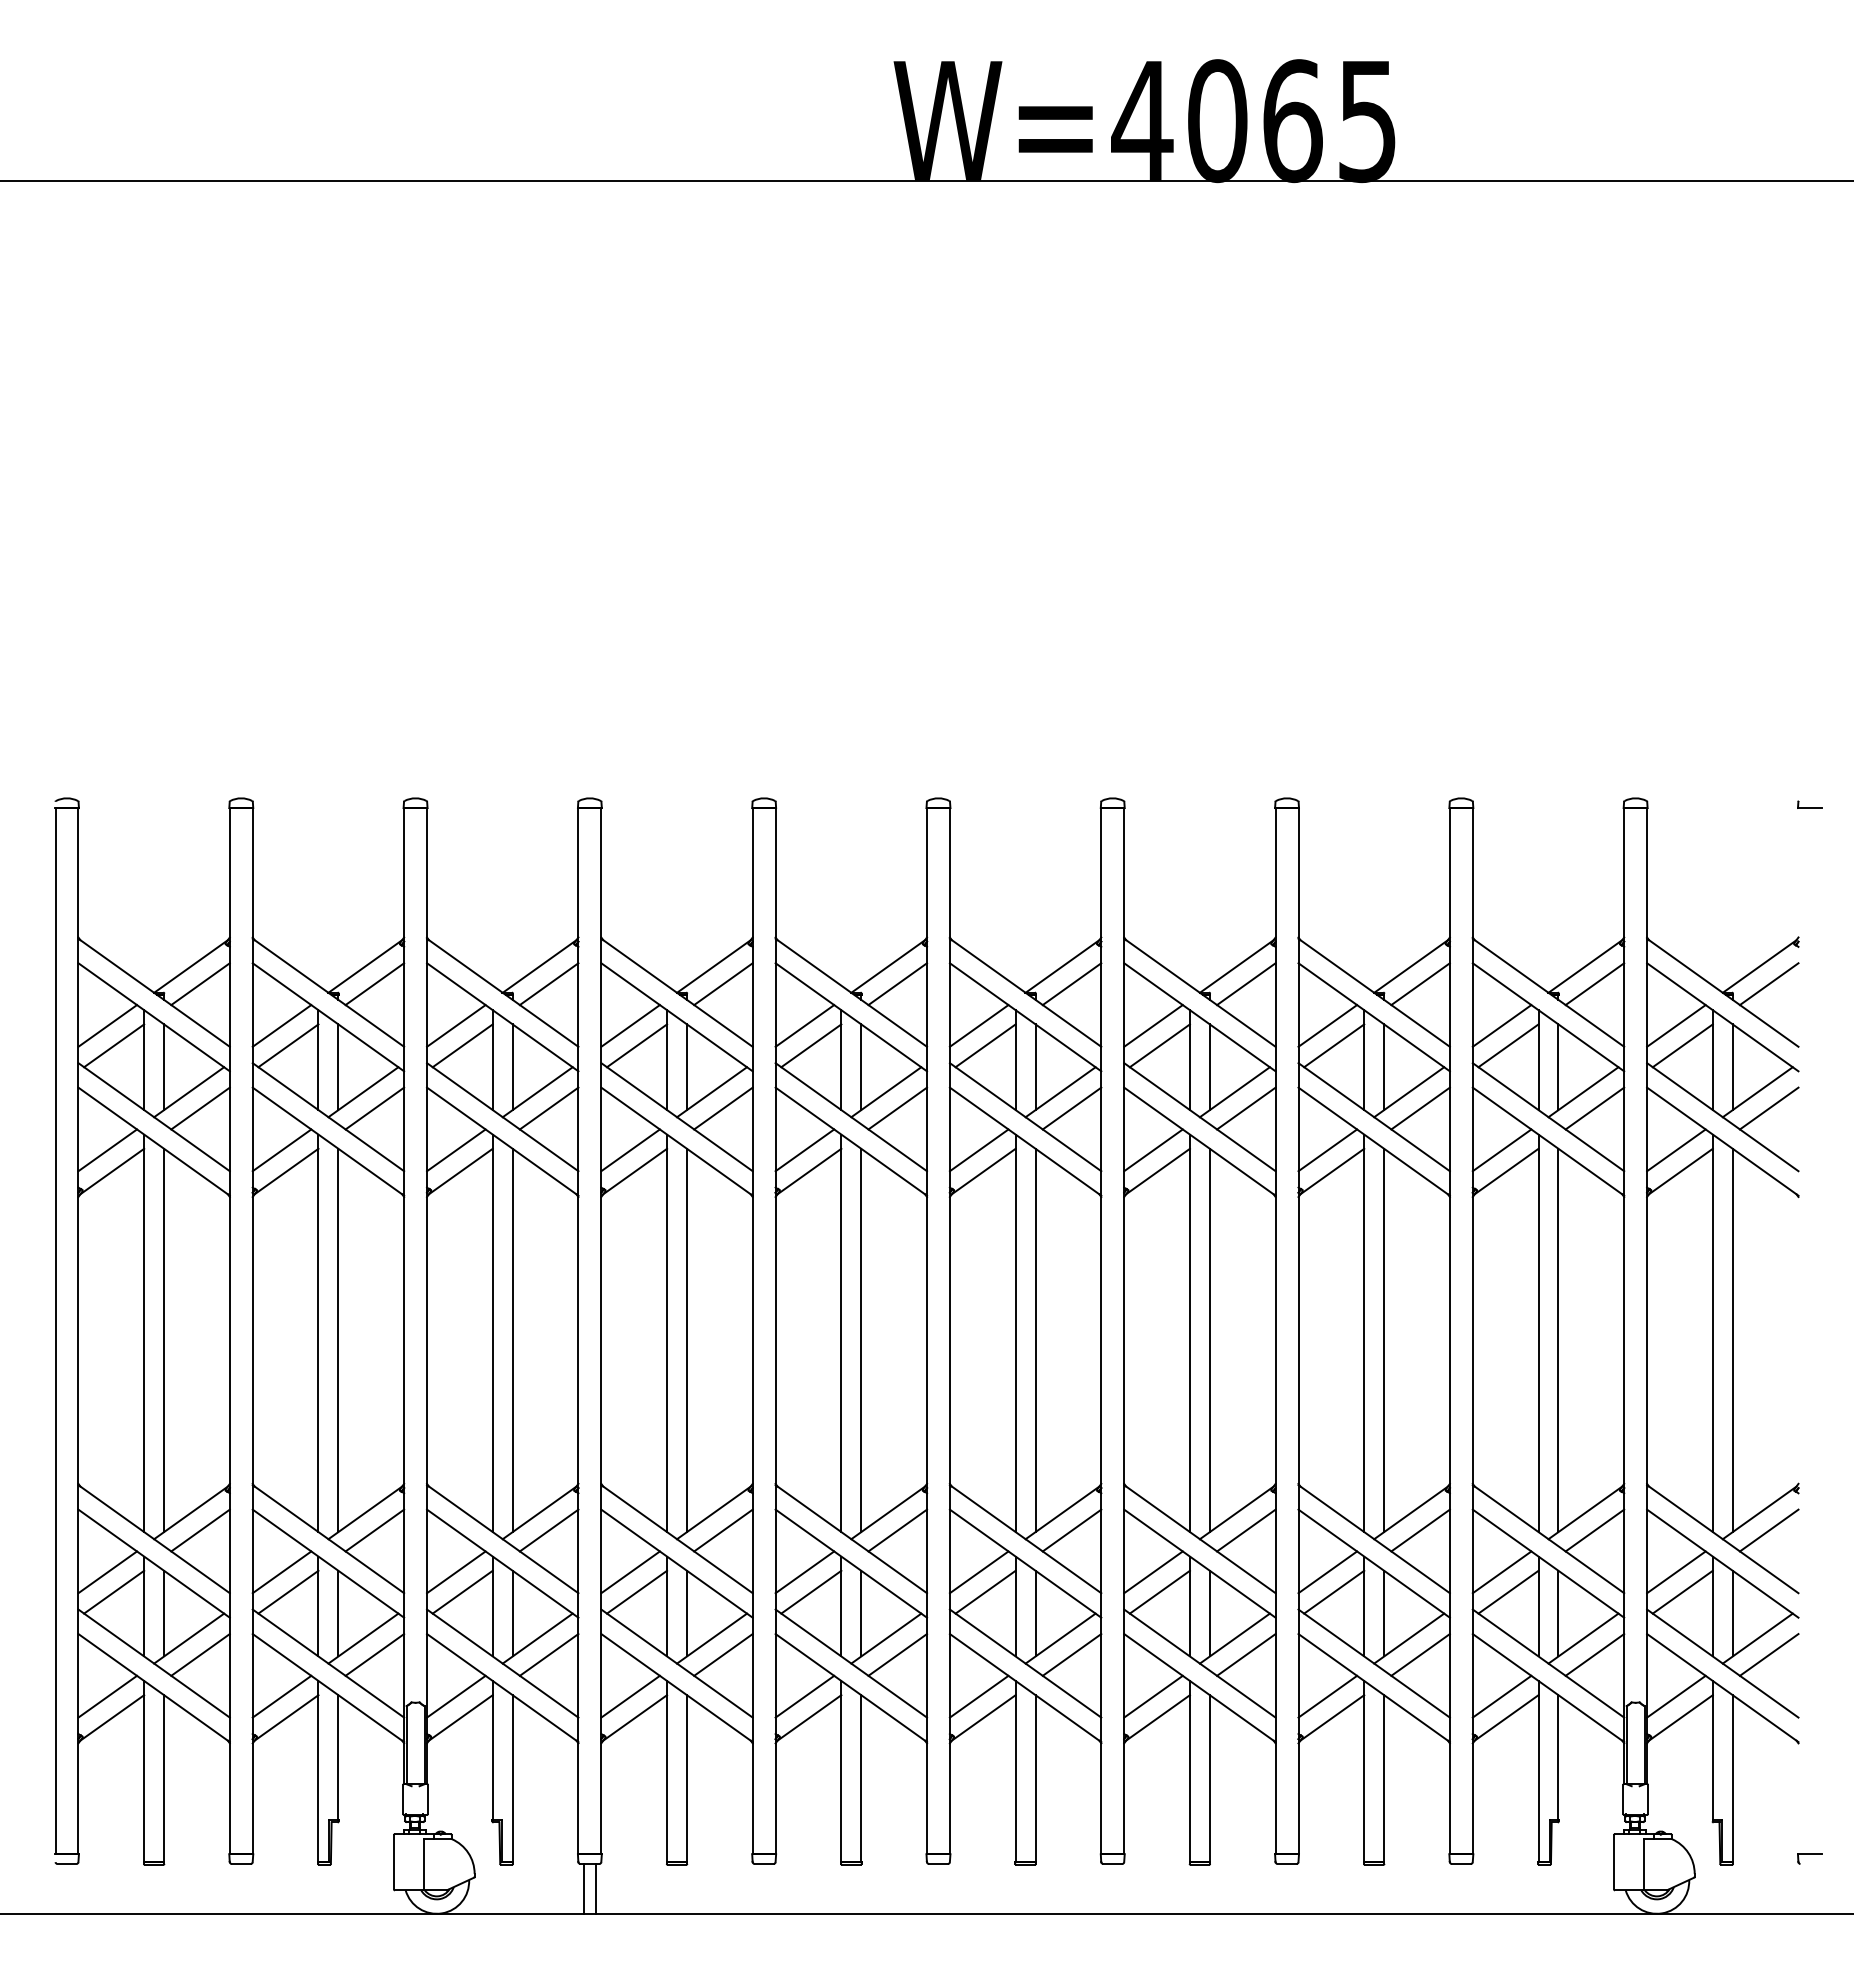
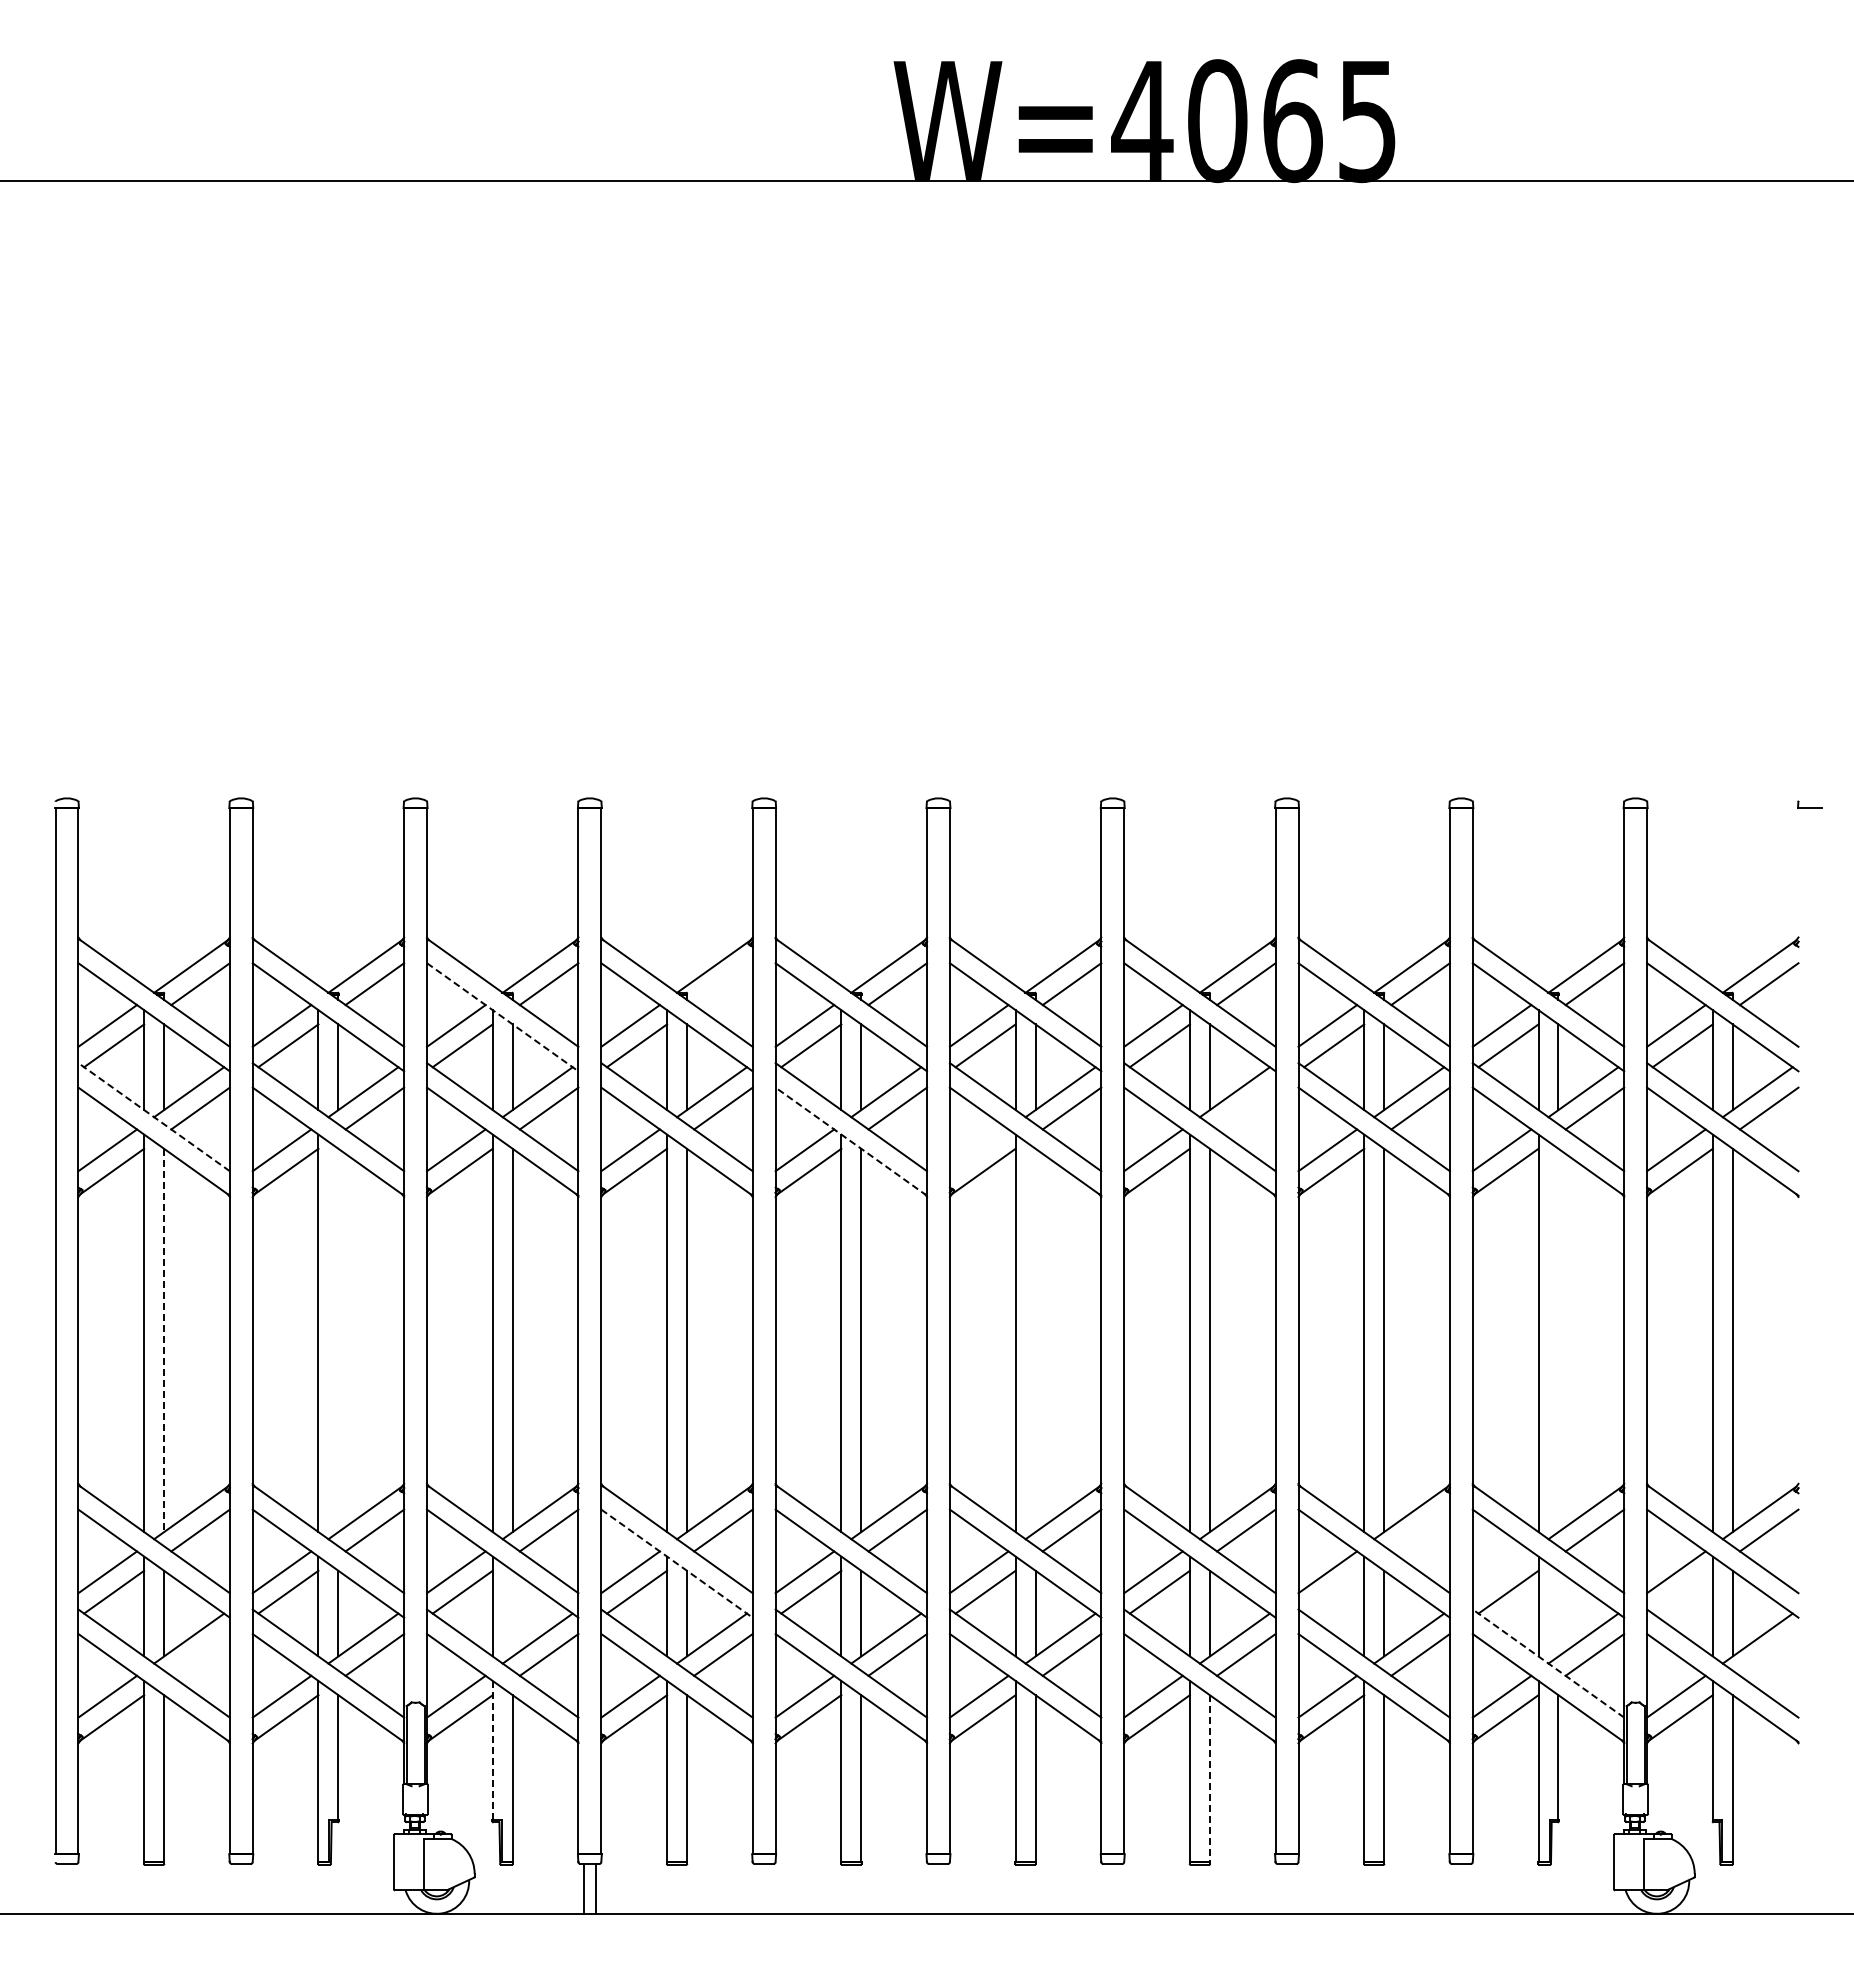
line at (723, 984): present -> none
line at (502, 1017): solid -> dashed
line at (1246, 1108): present -> none
line at (154, 1117): solid -> dashed
line at (851, 1141): solid -> dashed
line at (978, 1150): present -> none
line at (164, 1340): solid -> dashed
line at (338, 1340): present -> none
line at (1035, 1340): present -> none
line at (1558, 1340): present -> none
line at (1420, 1530): present -> none
line at (677, 1563): solid -> dashed
line at (1501, 1572): present -> none
line at (1334, 1591): present -> none
line at (1682, 1591): present -> none
line at (512, 1613): present -> none
line at (1558, 1613): present -> none
line at (200, 1654): present -> none
line at (1768, 1654): present -> none
line at (1548, 1663): solid -> dashed
line at (492, 1750): solid -> dashed
line at (1209, 1778): solid -> dashed
part at (1809, 1858): present -> none
